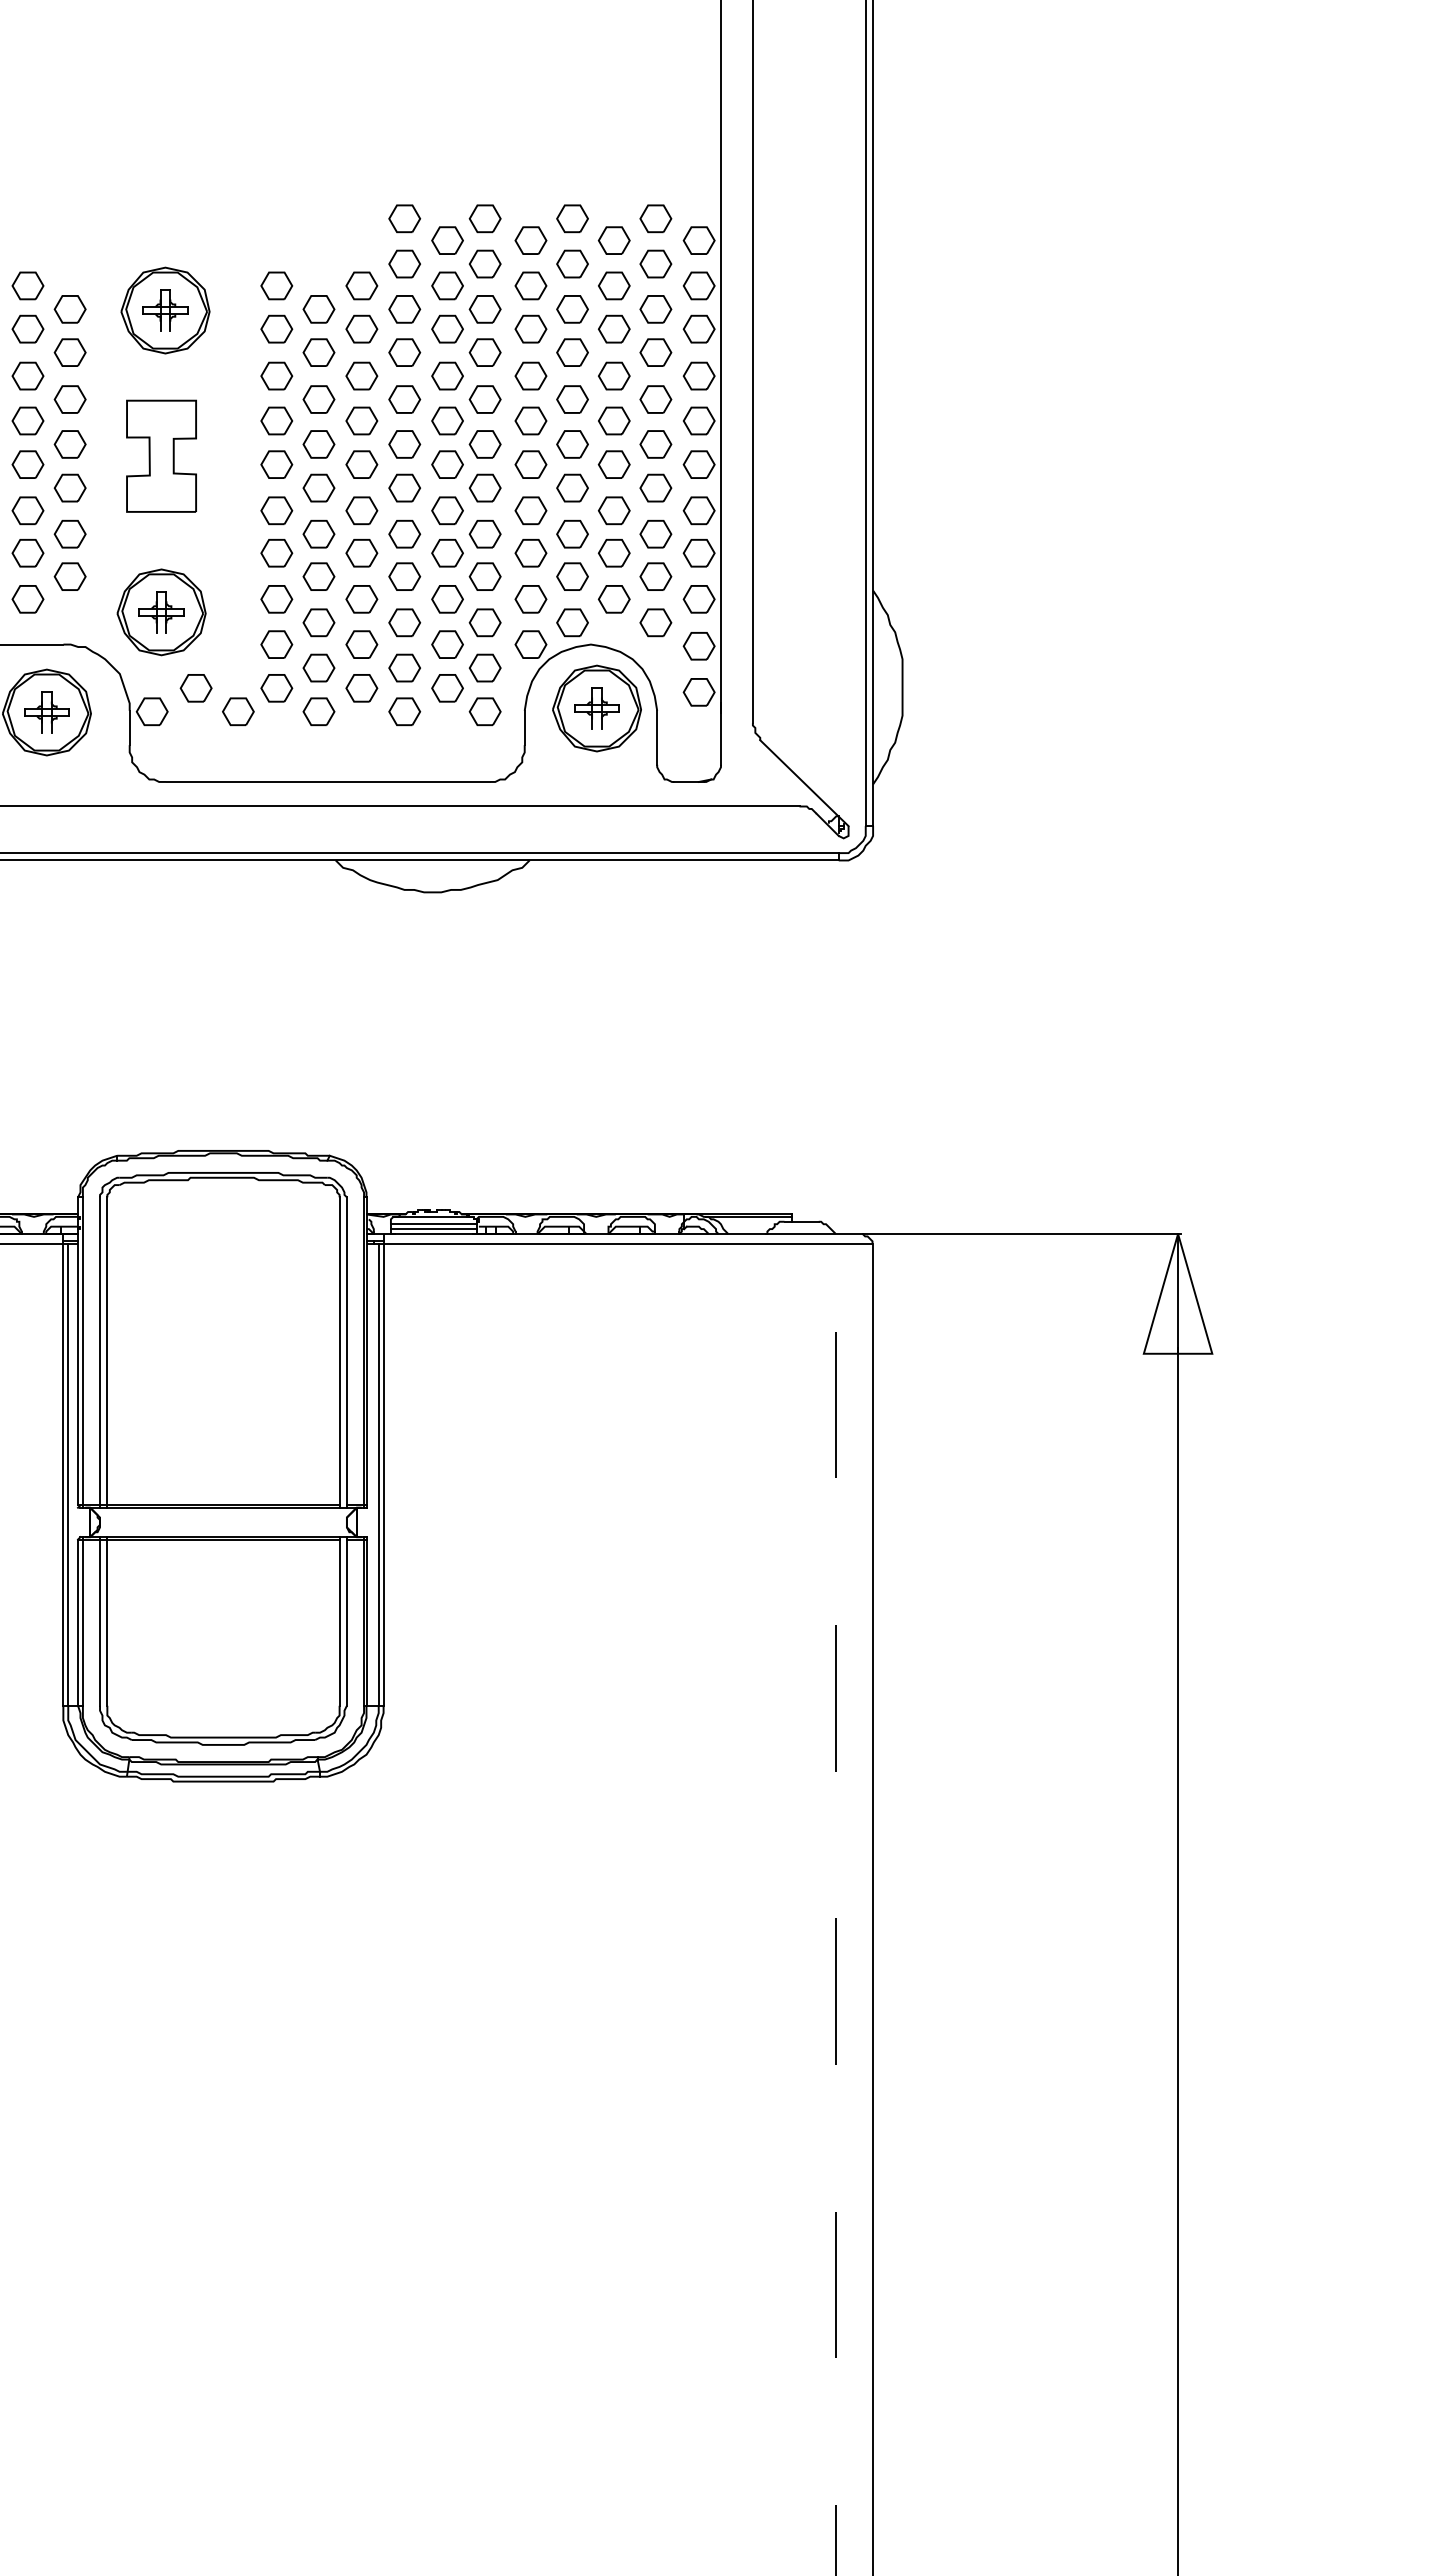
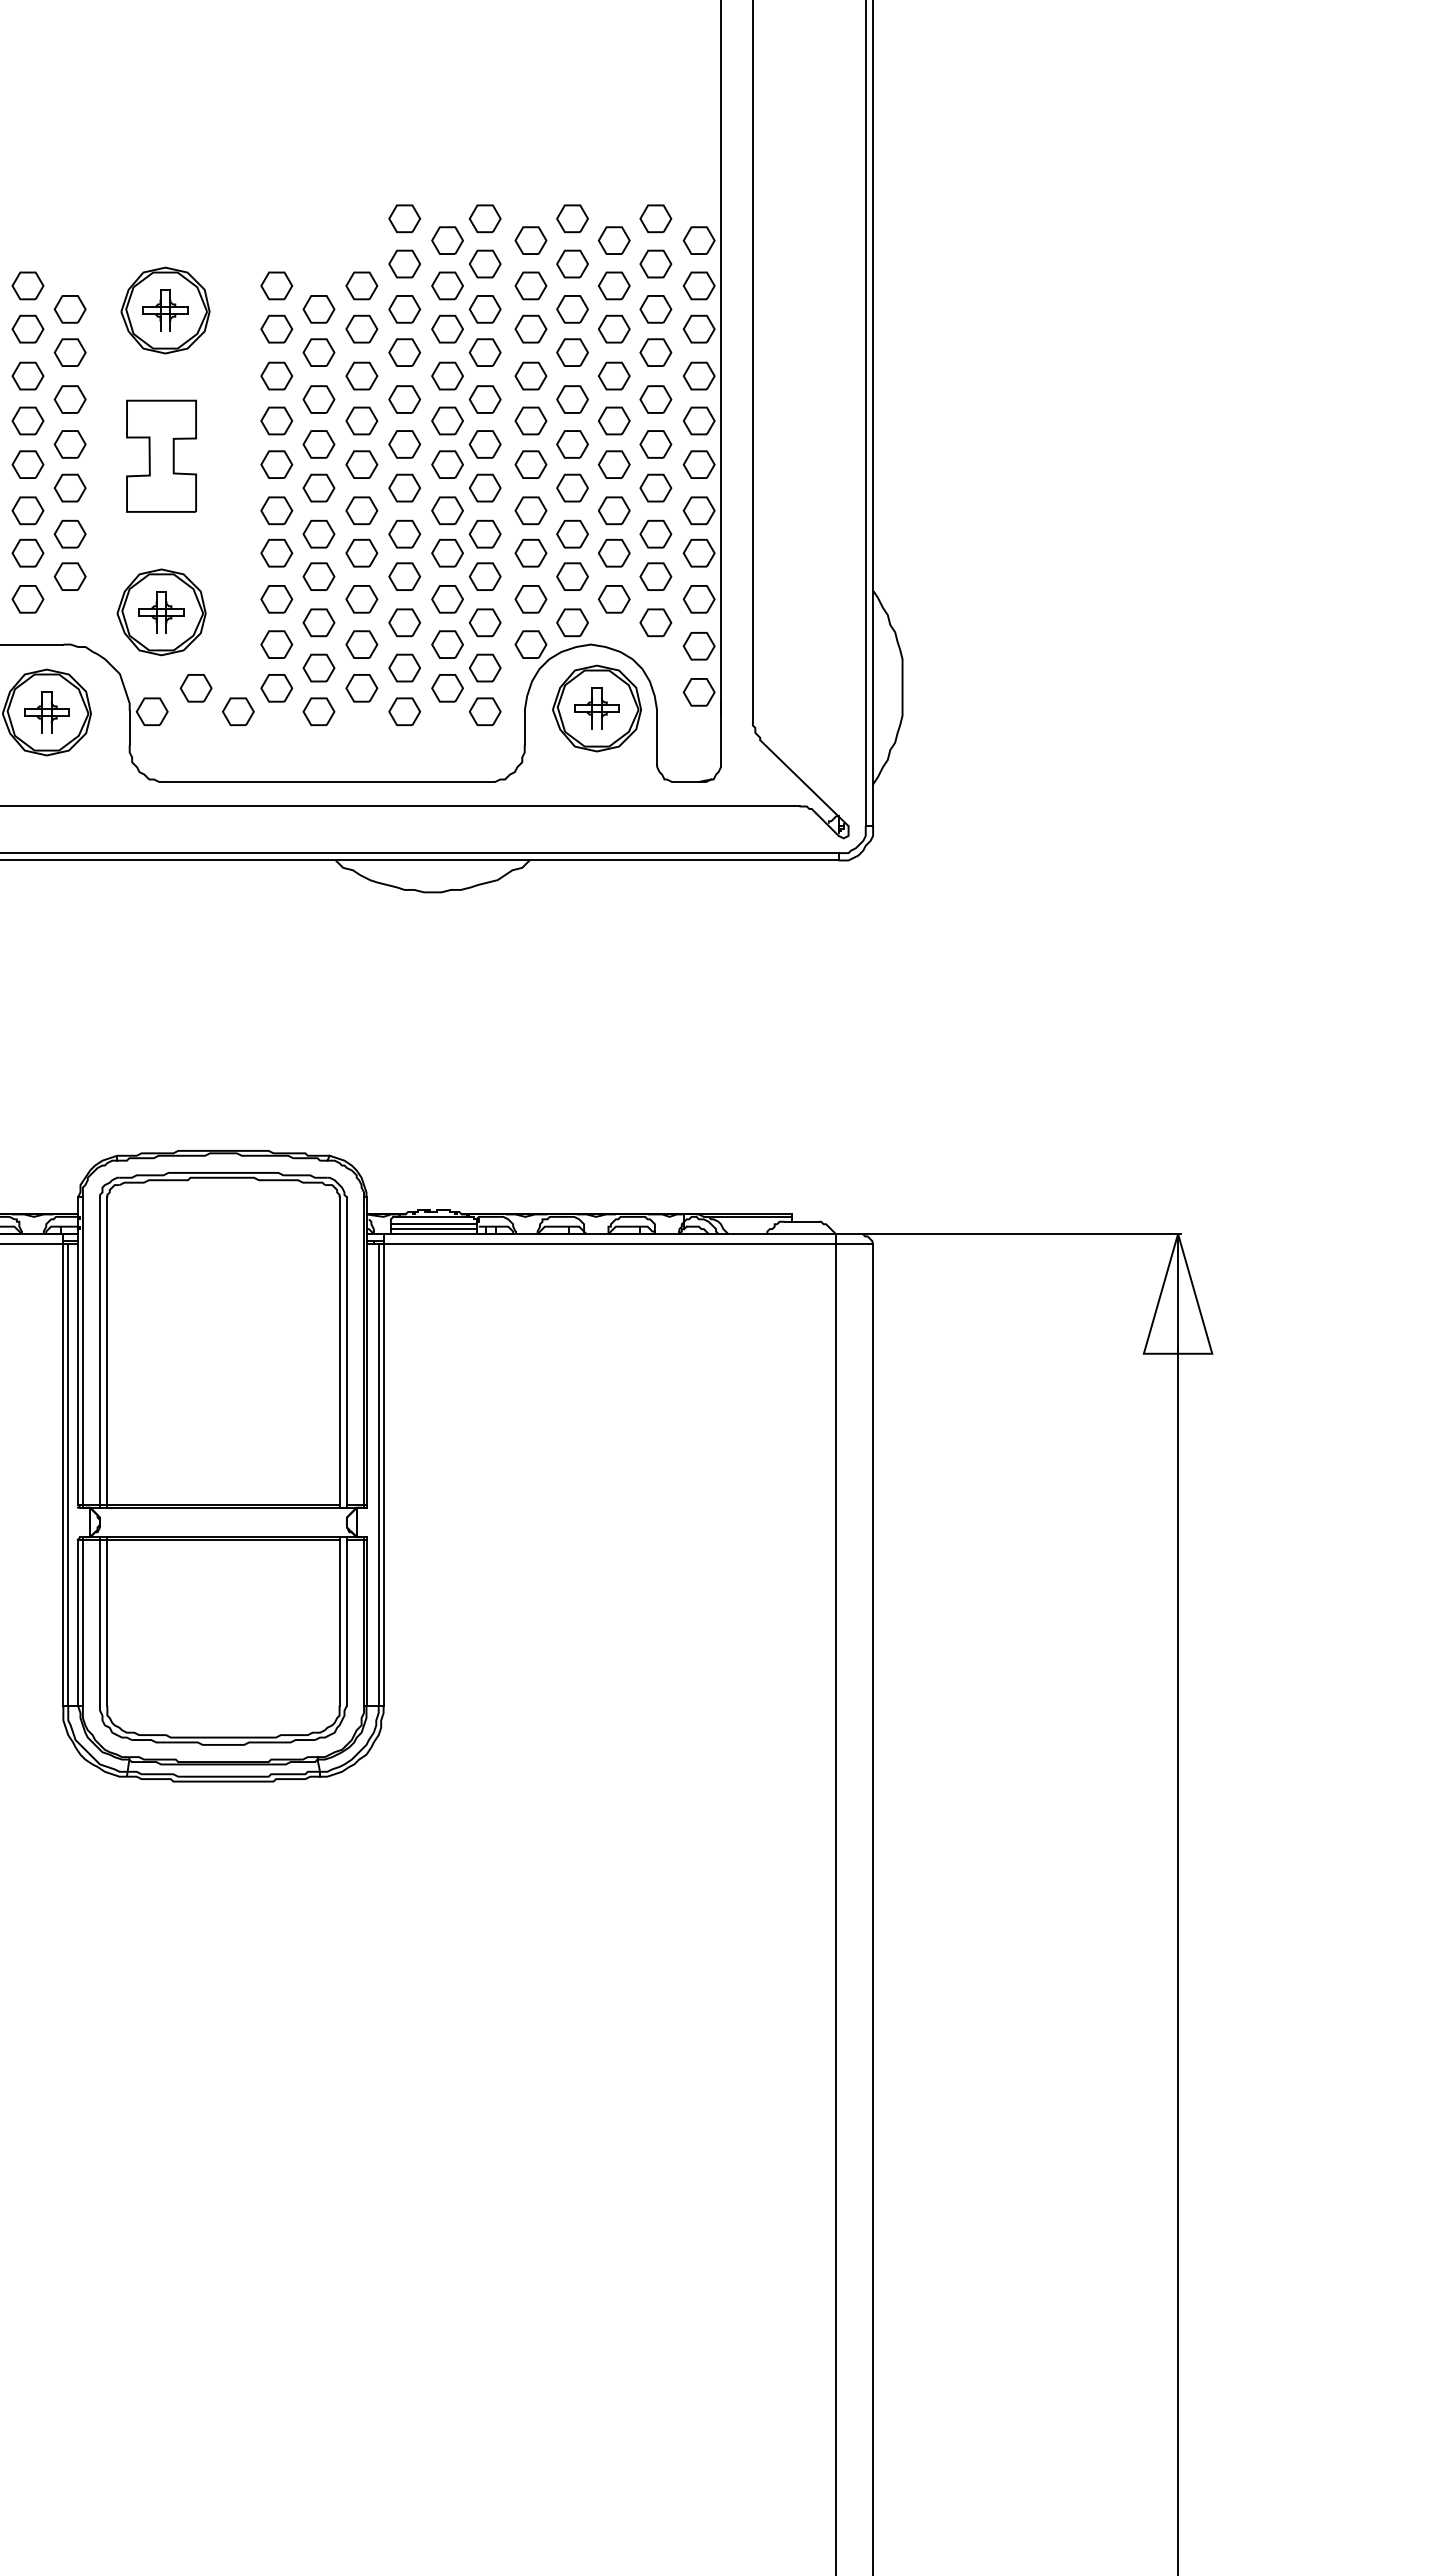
line at (835, 1904): dashed -> solid
